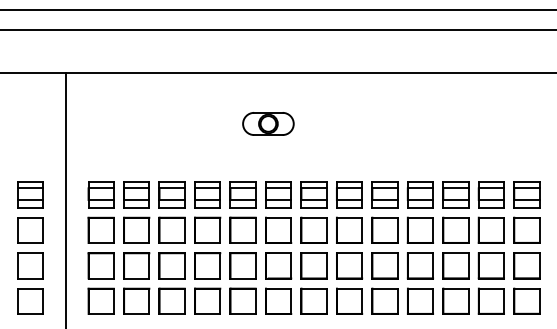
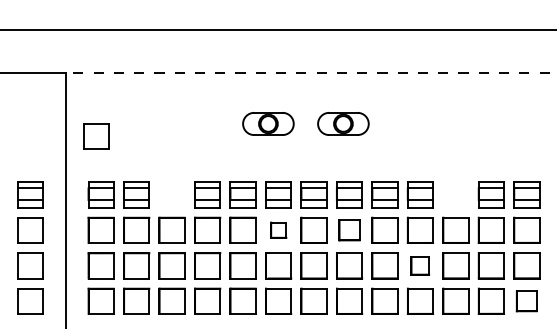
line at (277, 9): present -> none
line at (310, 73): solid -> dashed
part at (343, 123): none -> present
part at (96, 136): none -> present
part at (171, 194): present -> none
part at (455, 194): present -> none
part at (278, 229) size: 28x28 px -> 18x18 px
part at (349, 229) size: 28x28 px -> 23x23 px
part at (419, 265) size: 28x28 px -> 21x20 px
part at (526, 300) size: 28x28 px -> 23x23 px
